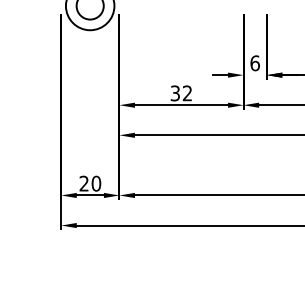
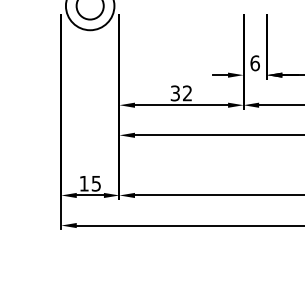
text at (90, 183): 20 -> 15
